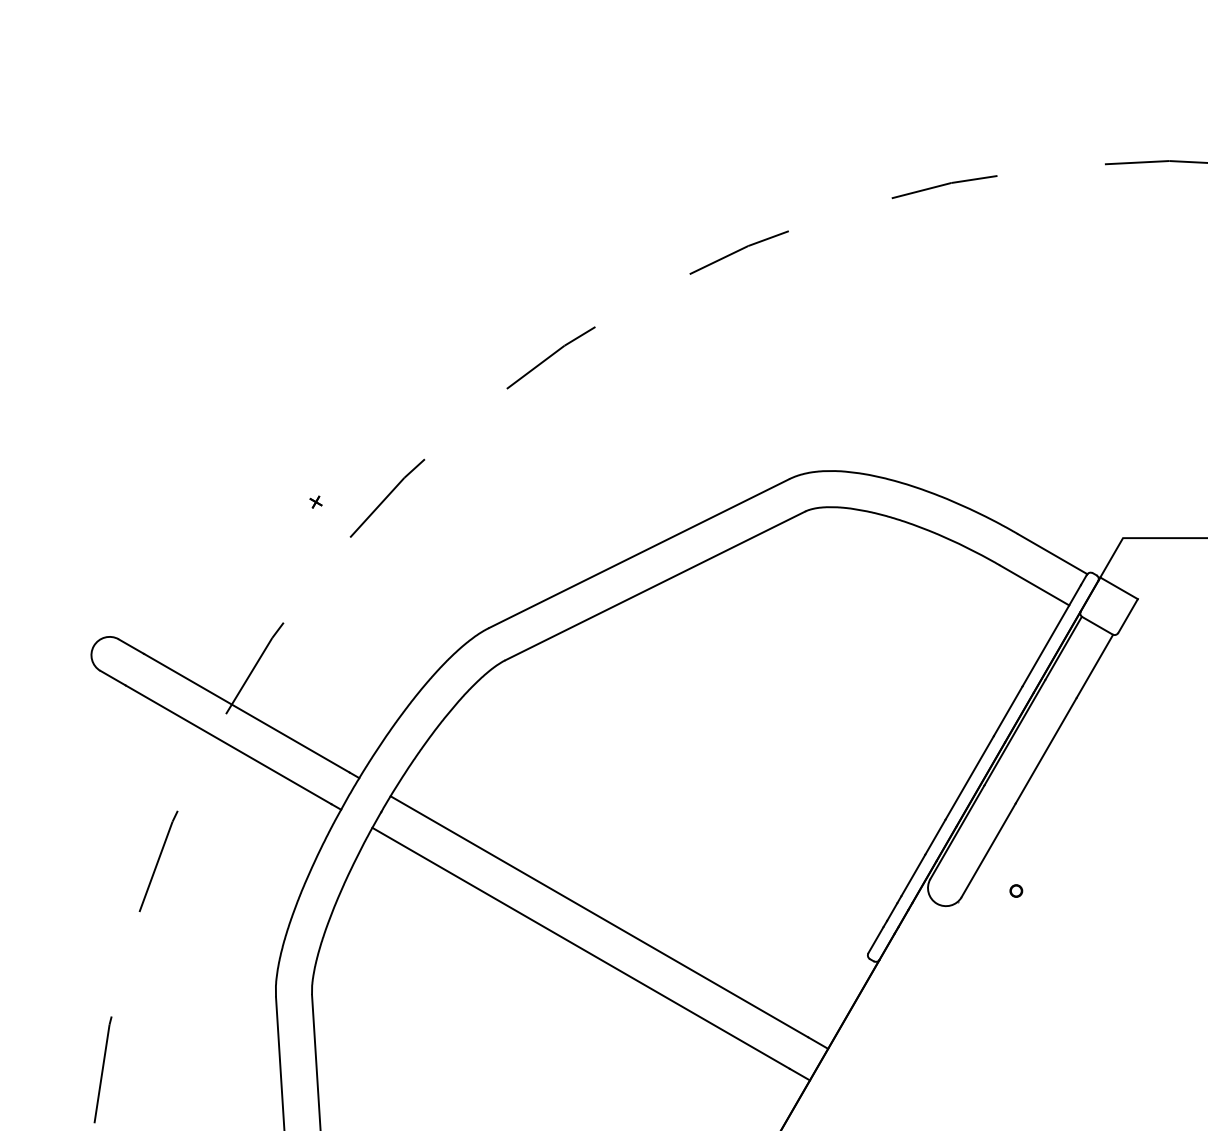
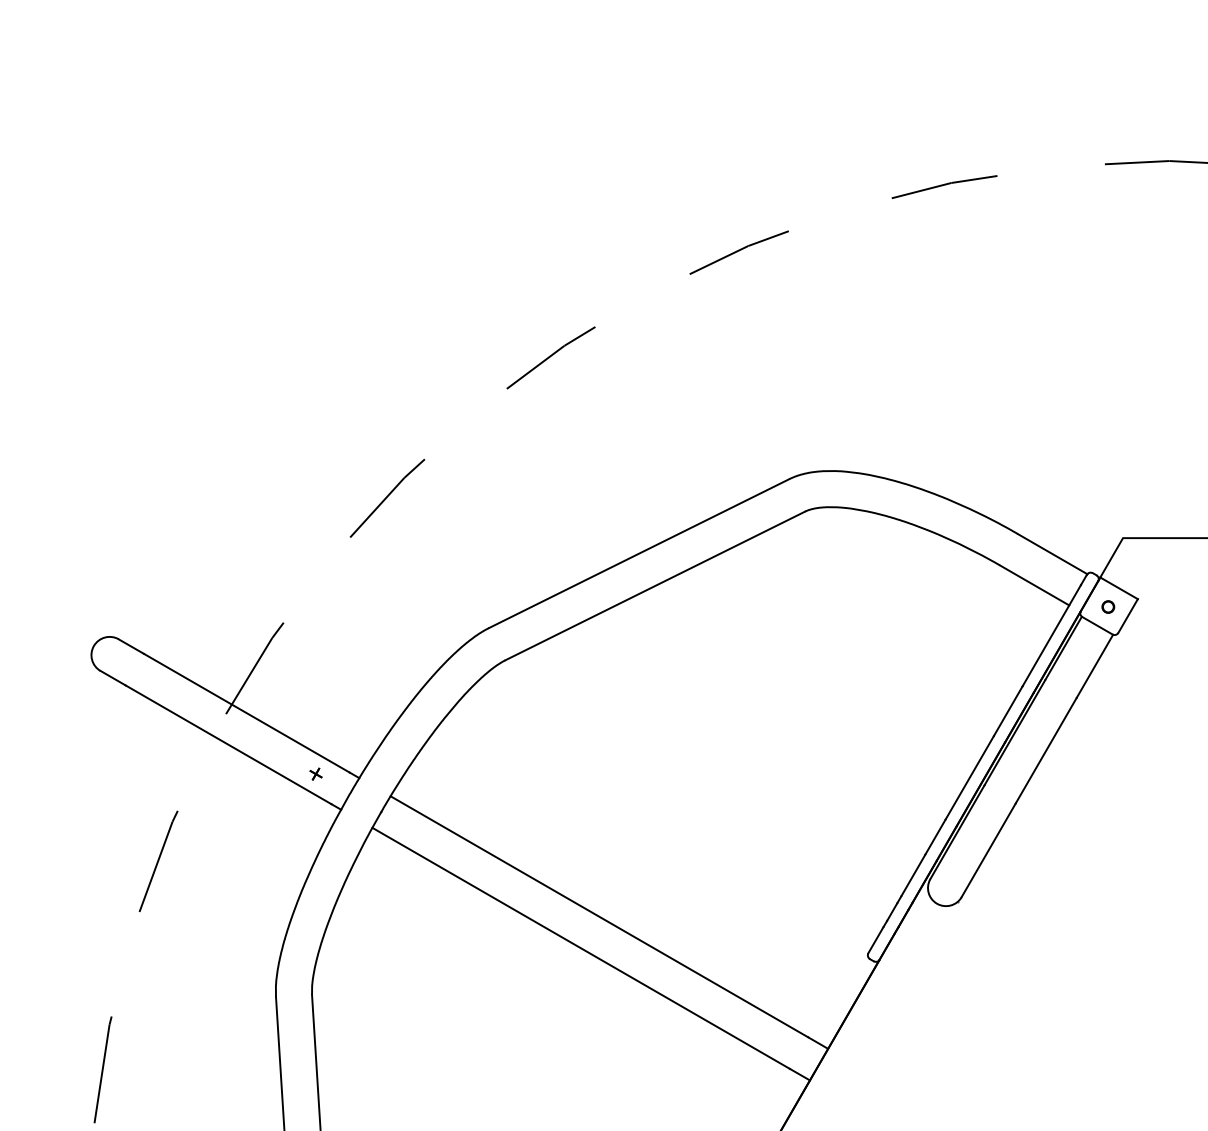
part at (315, 501) position: (315, 501) -> (315, 773)
part at (1016, 890) position: (1016, 890) -> (1108, 606)
